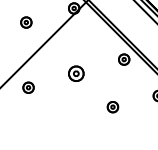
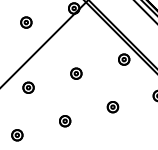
part at (76, 73) size: 17x17 px -> 13x13 px
part at (65, 121): none -> present
part at (17, 135): none -> present
